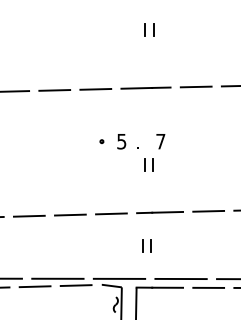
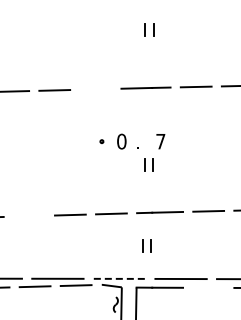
line at (95, 89): present -> none
text at (121, 141): 5 -> 0
line at (28, 215): present -> none
line at (119, 278): solid -> dashed
line at (208, 287): present -> none
